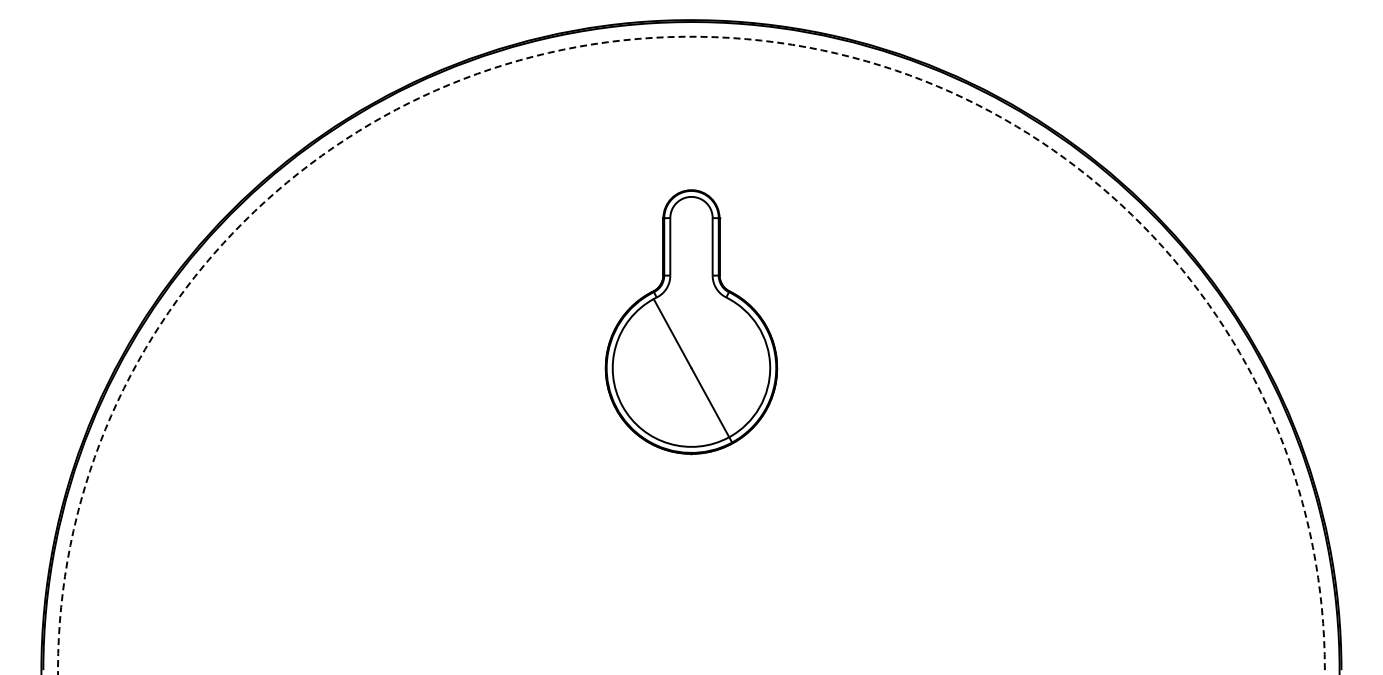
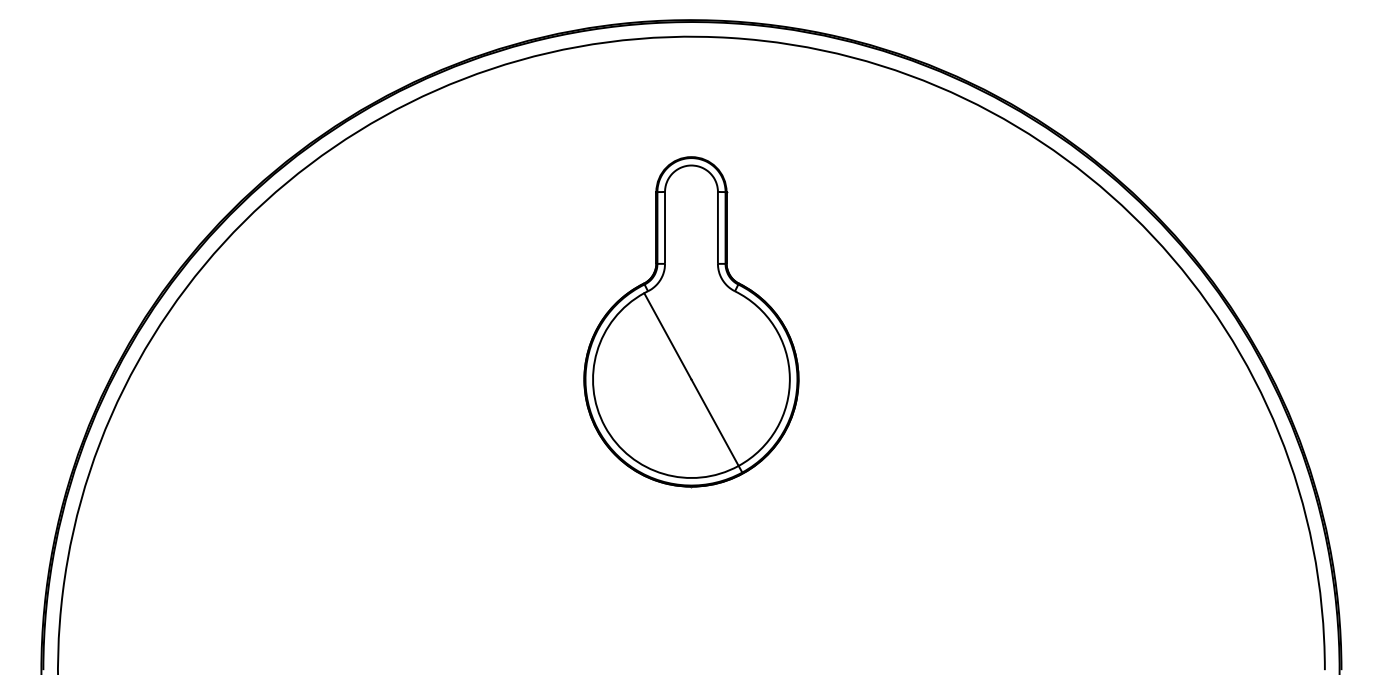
arc at (687, 36): dashed -> solid
part at (691, 322) size: 175x267 px -> 217x333 px
